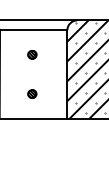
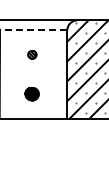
line at (33, 29): solid -> dashed
part at (32, 93) size: 11x10 px -> 16x15 px
